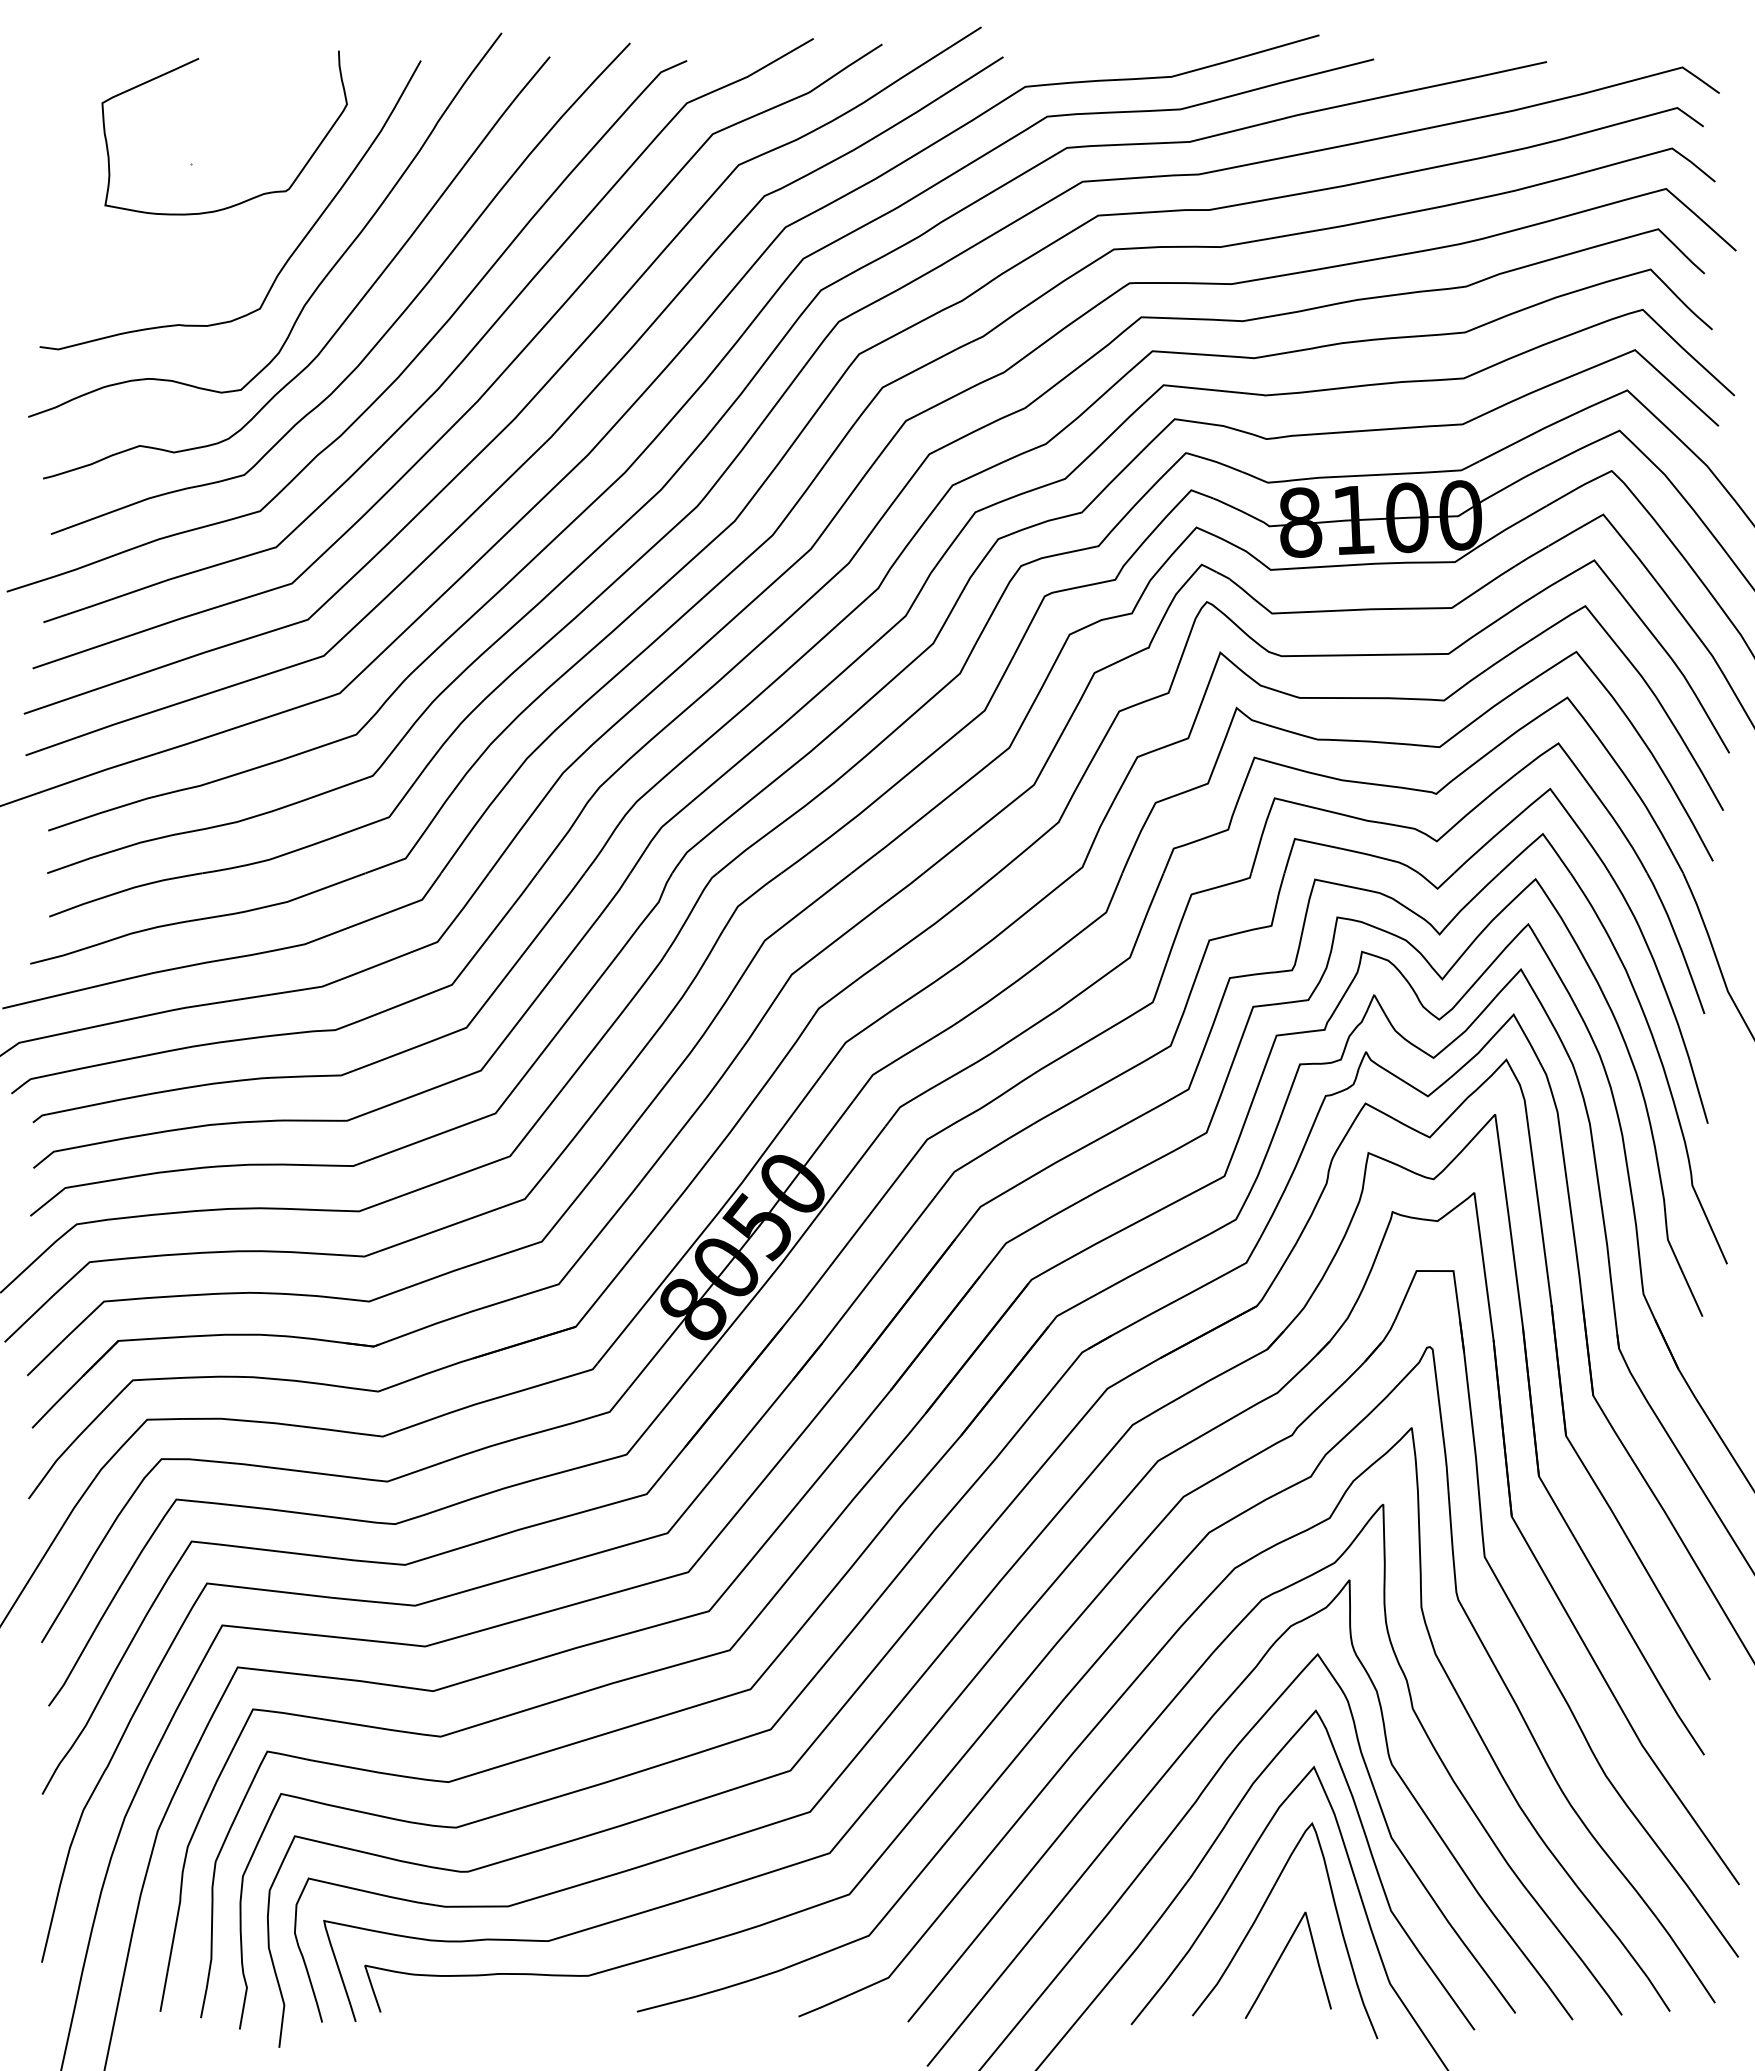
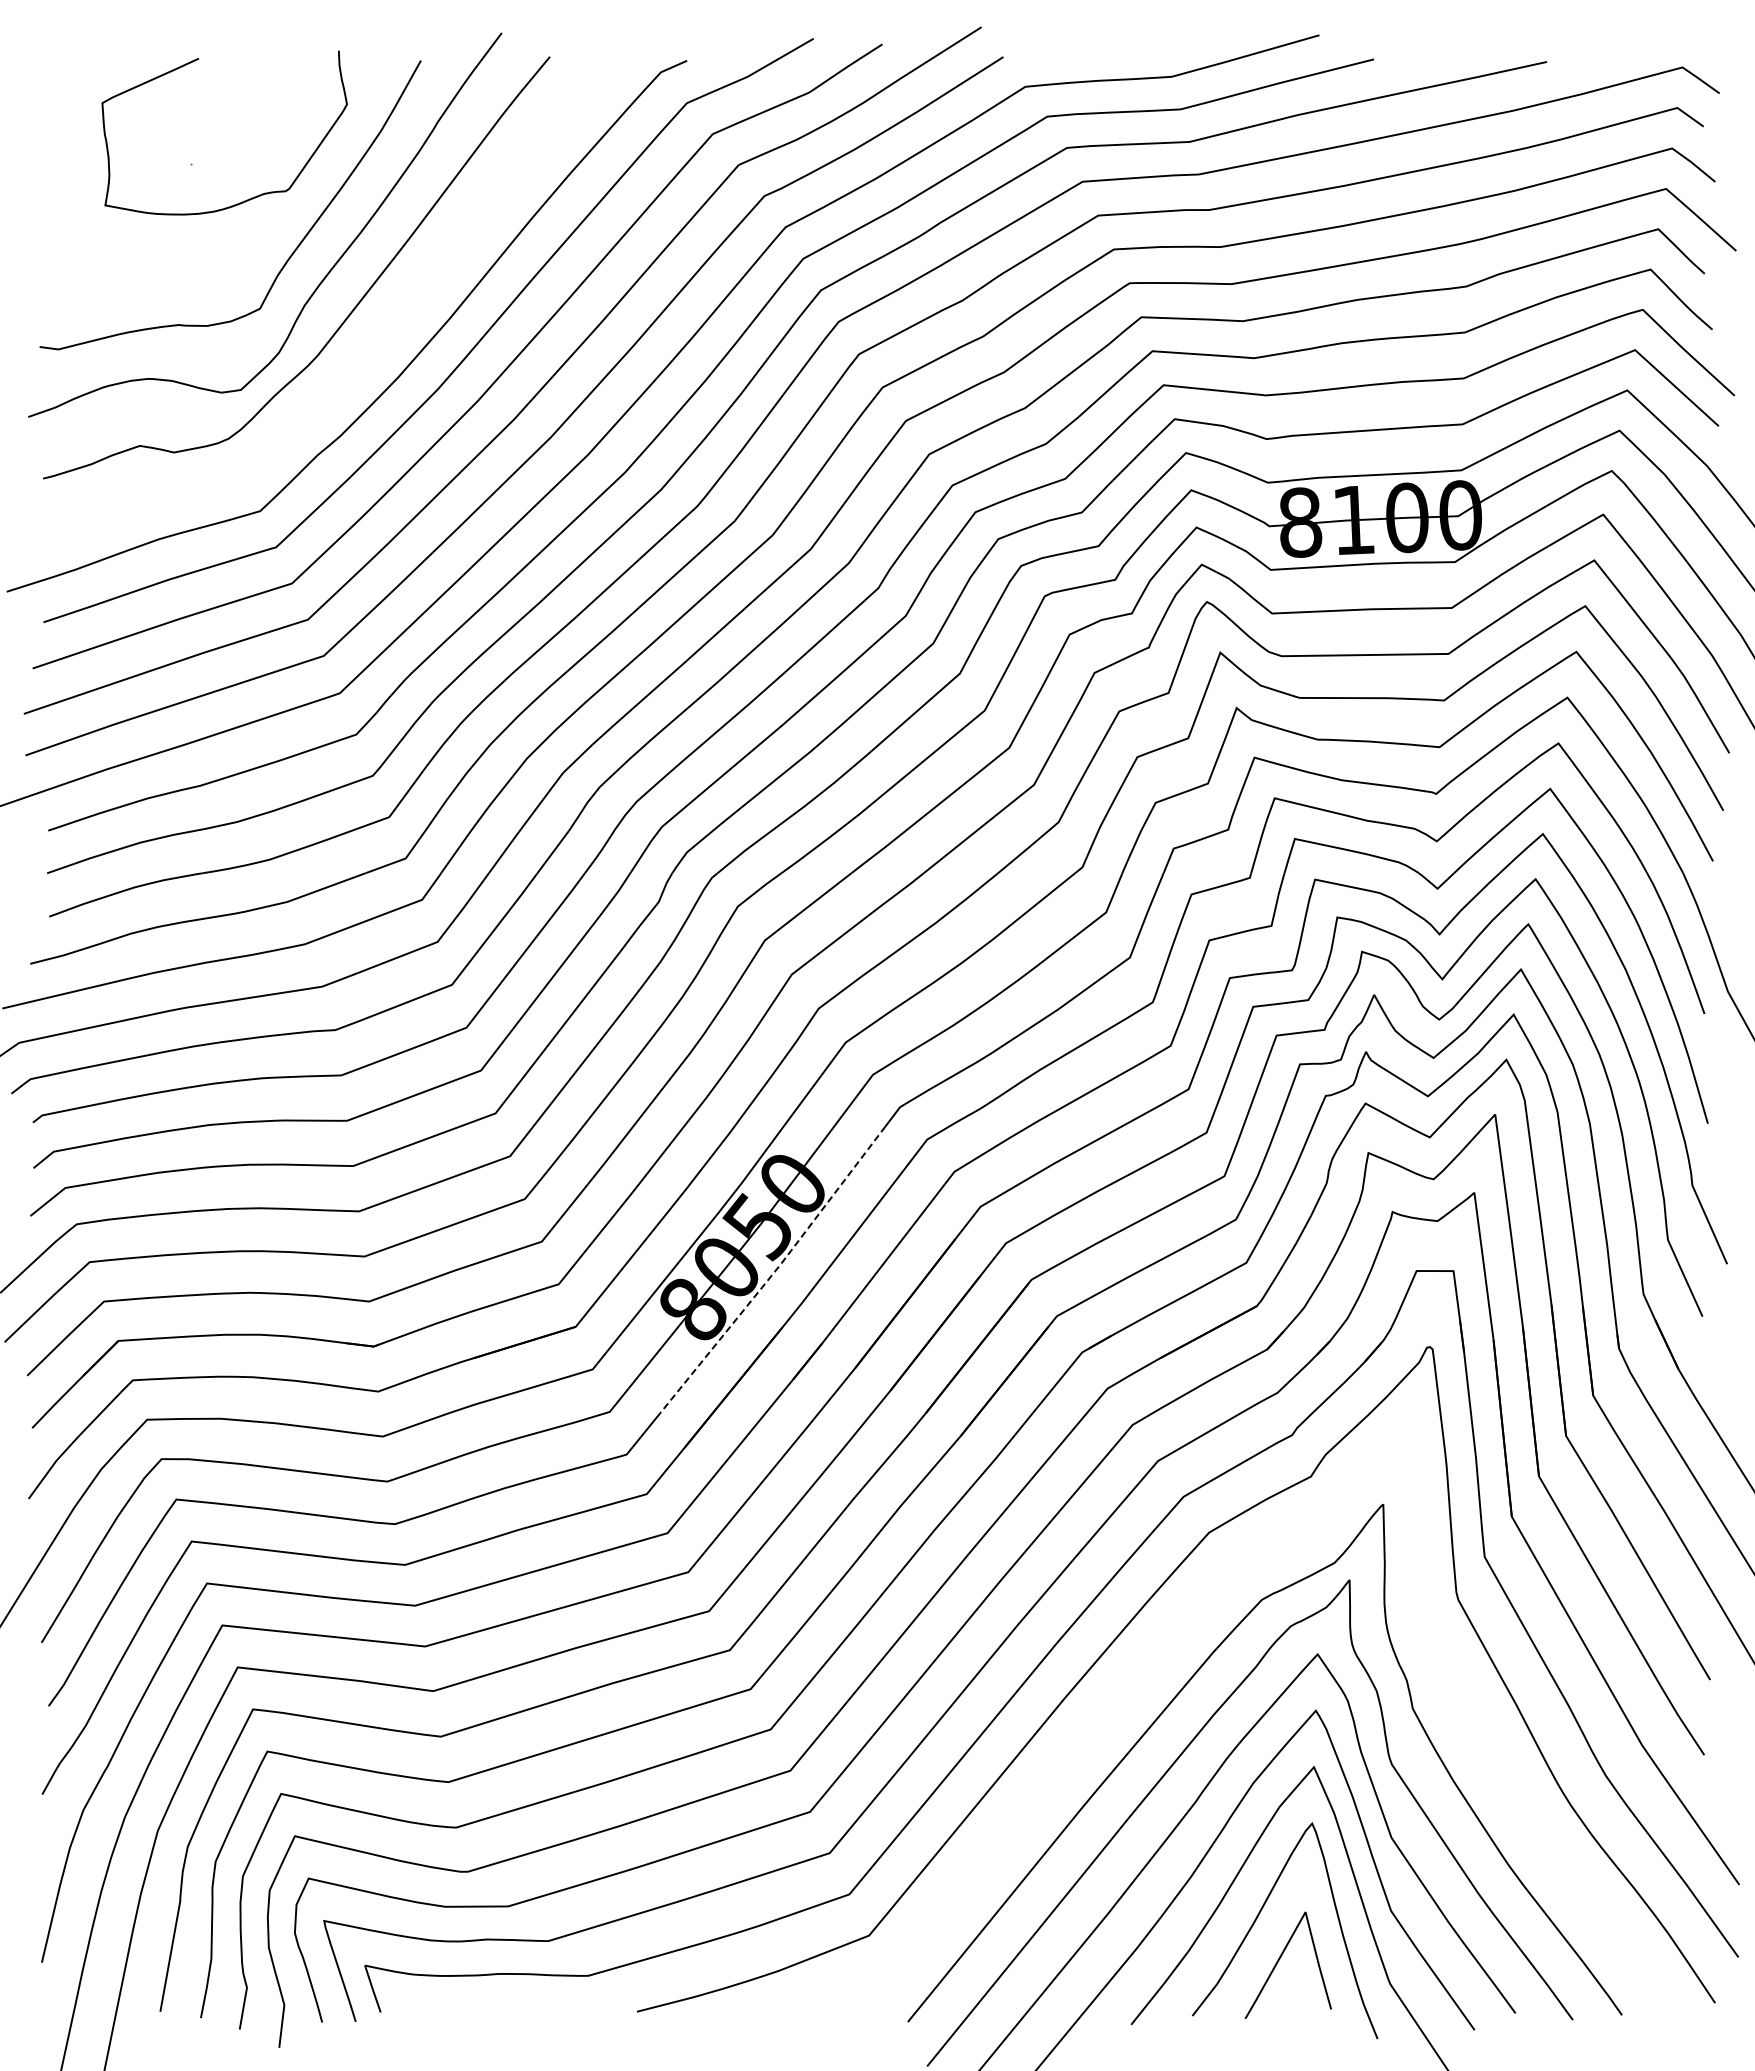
curve at (386, 330): present -> none
line at (774, 1271): solid -> dashed
curve at (1155, 1658): present -> none
